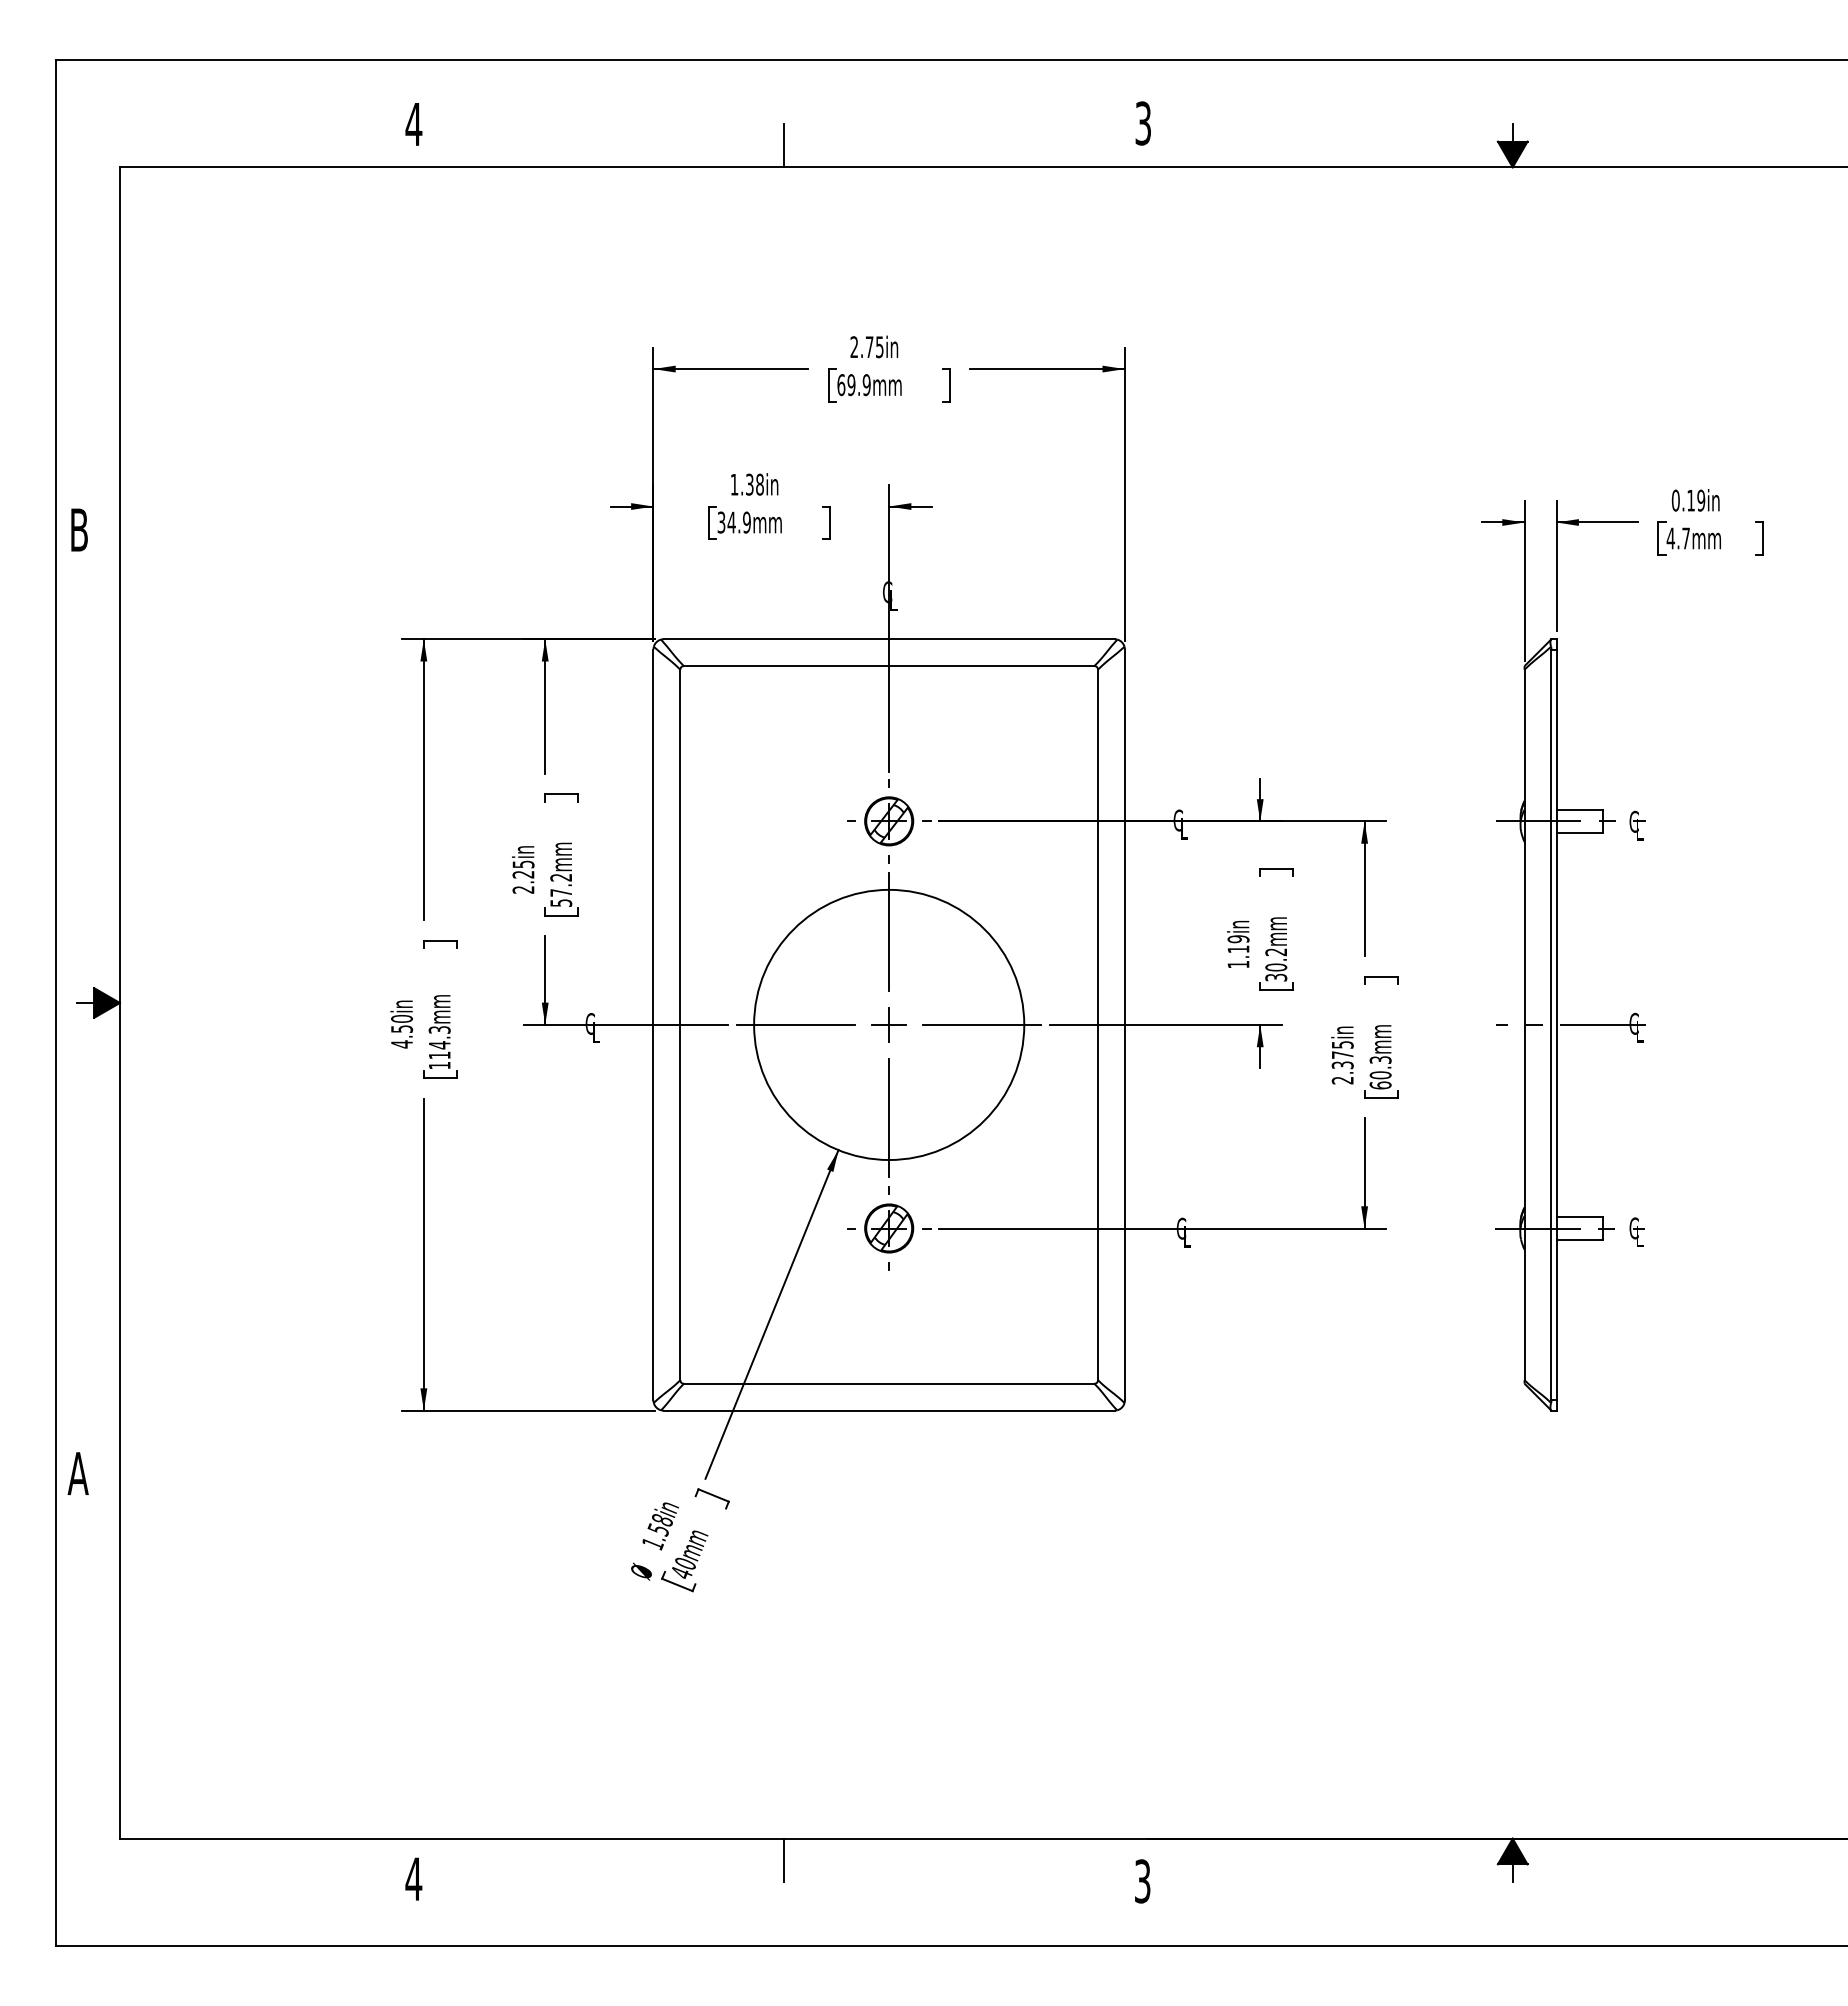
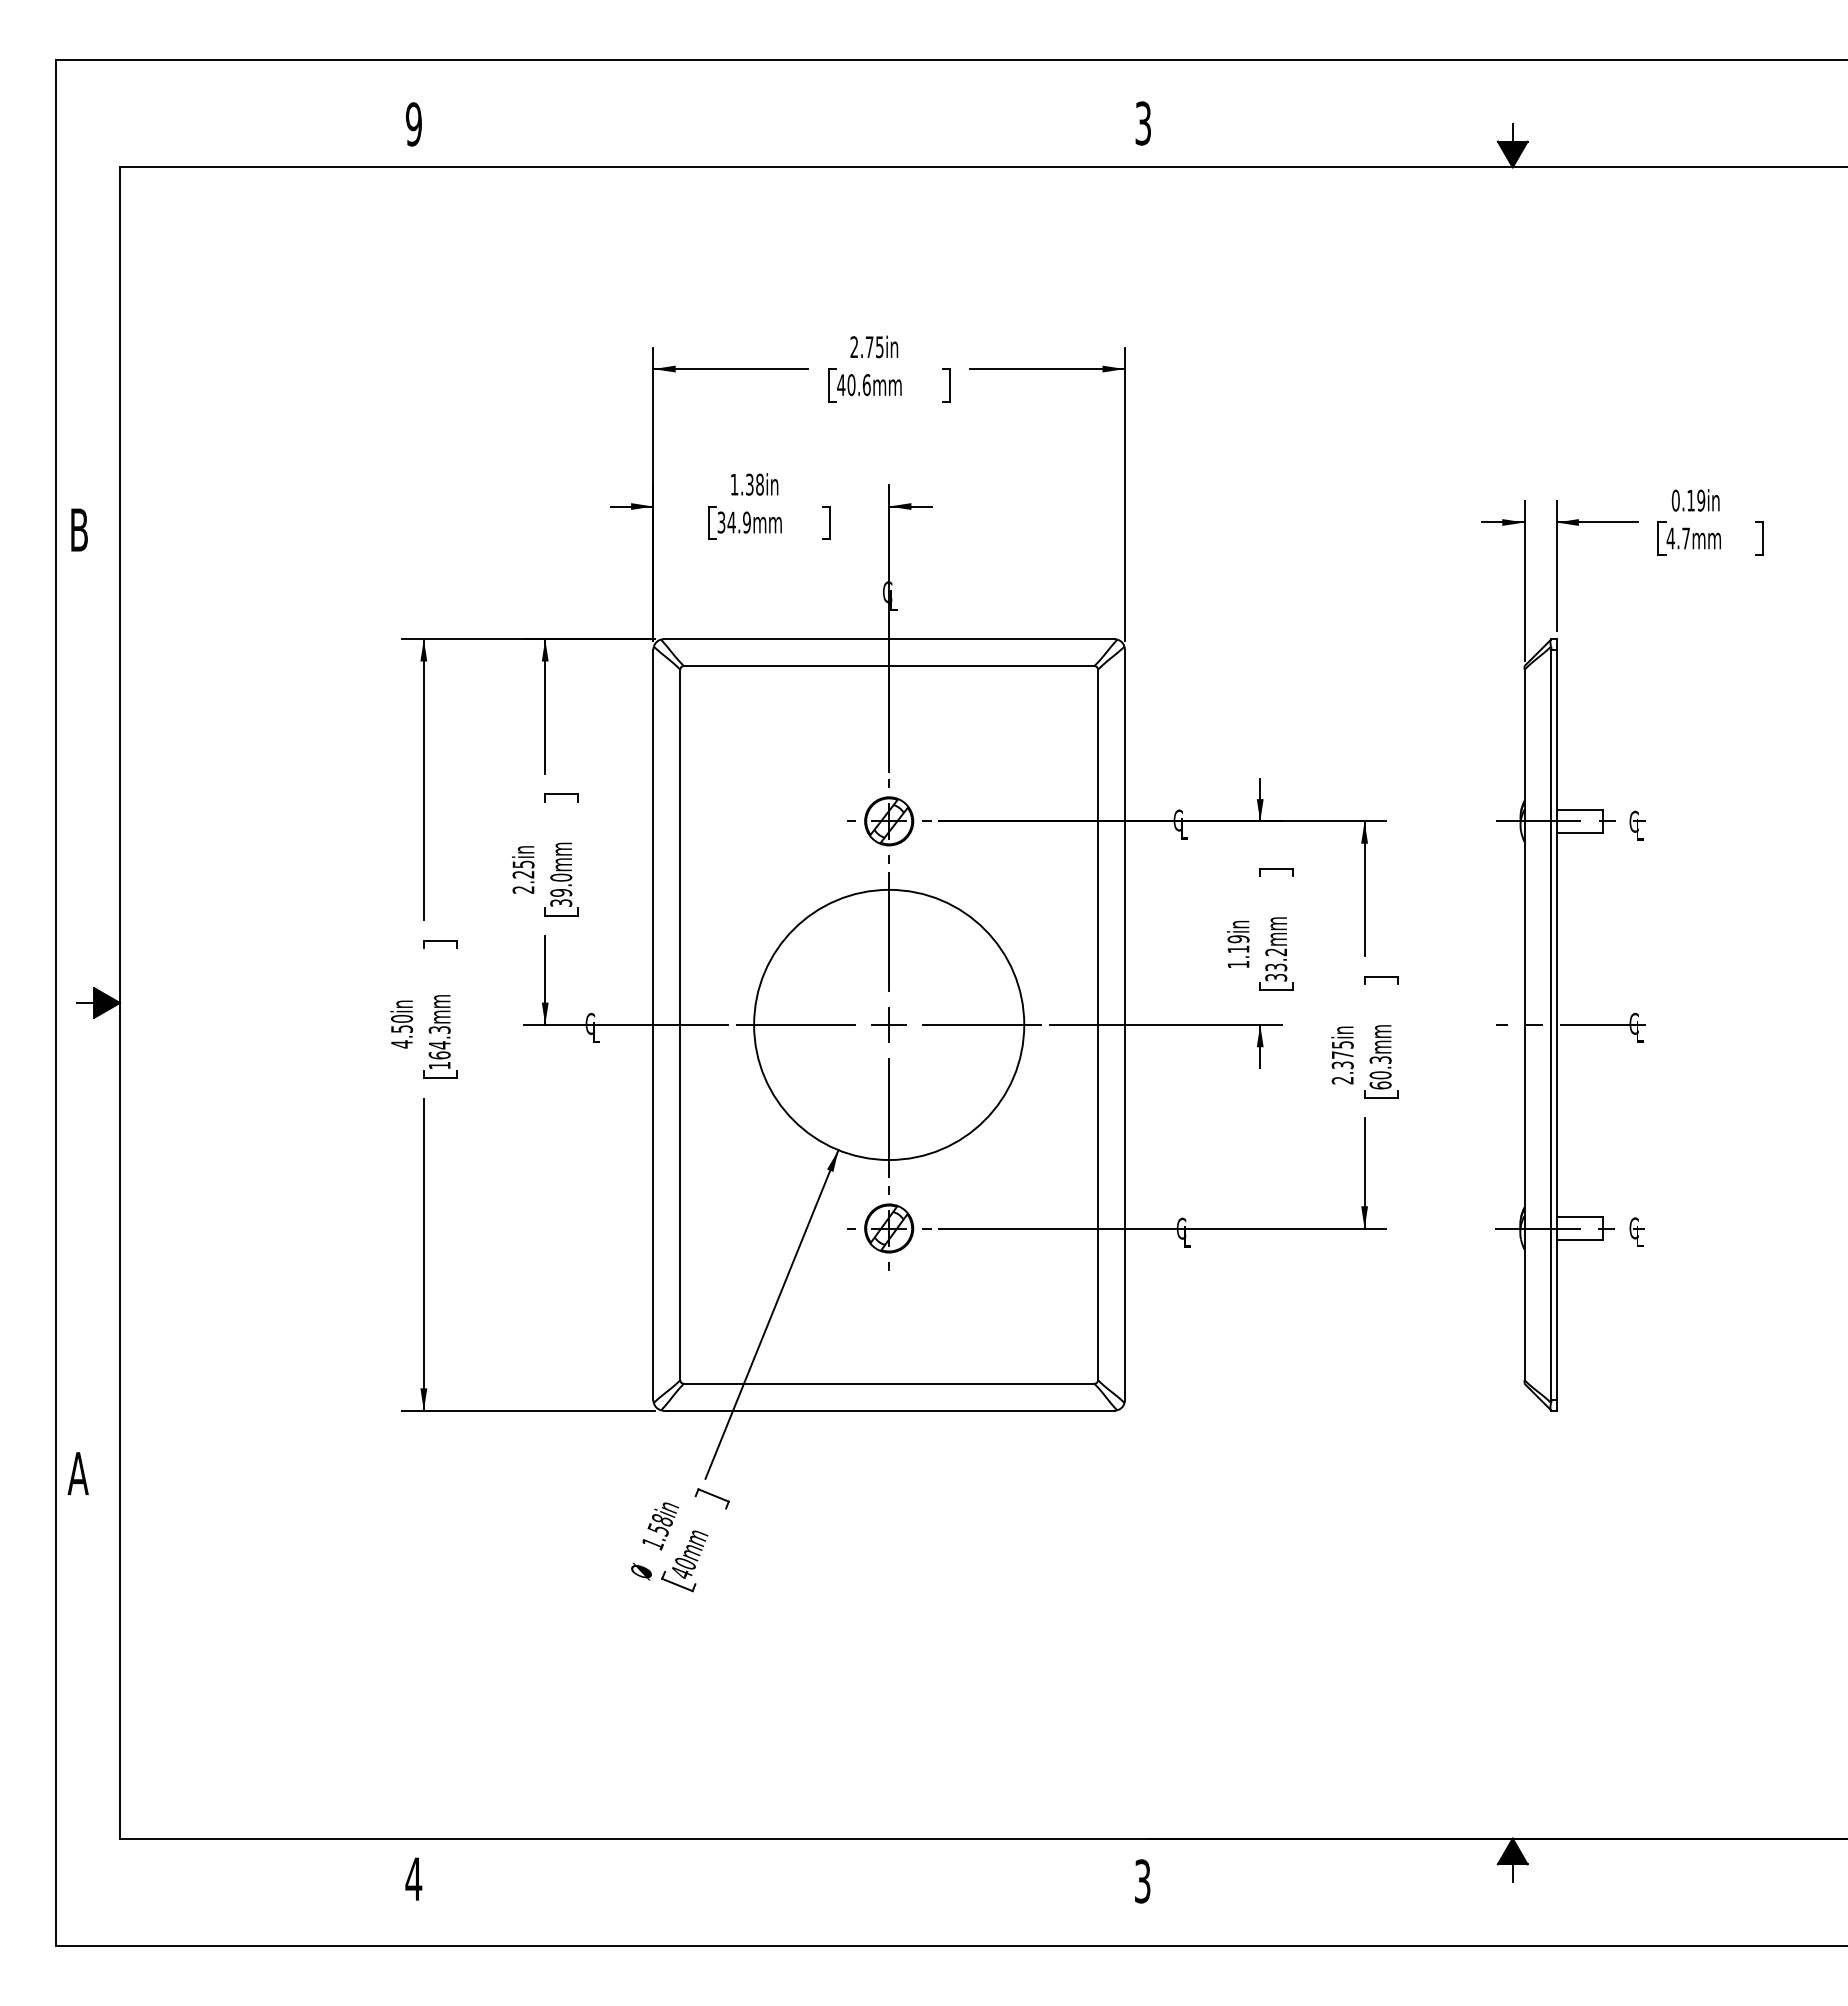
text at (413, 124): 4 -> 9
line at (784, 145): present -> none
text at (853, 385): 69.9mm -> 40.6mm
text at (561, 889): 57.2mm -> 39.0mm
text at (1276, 967): 30.2mm -> 33.2mm
text at (439, 1055): 114.3mm -> 164.3mm
line at (784, 1859): present -> none
